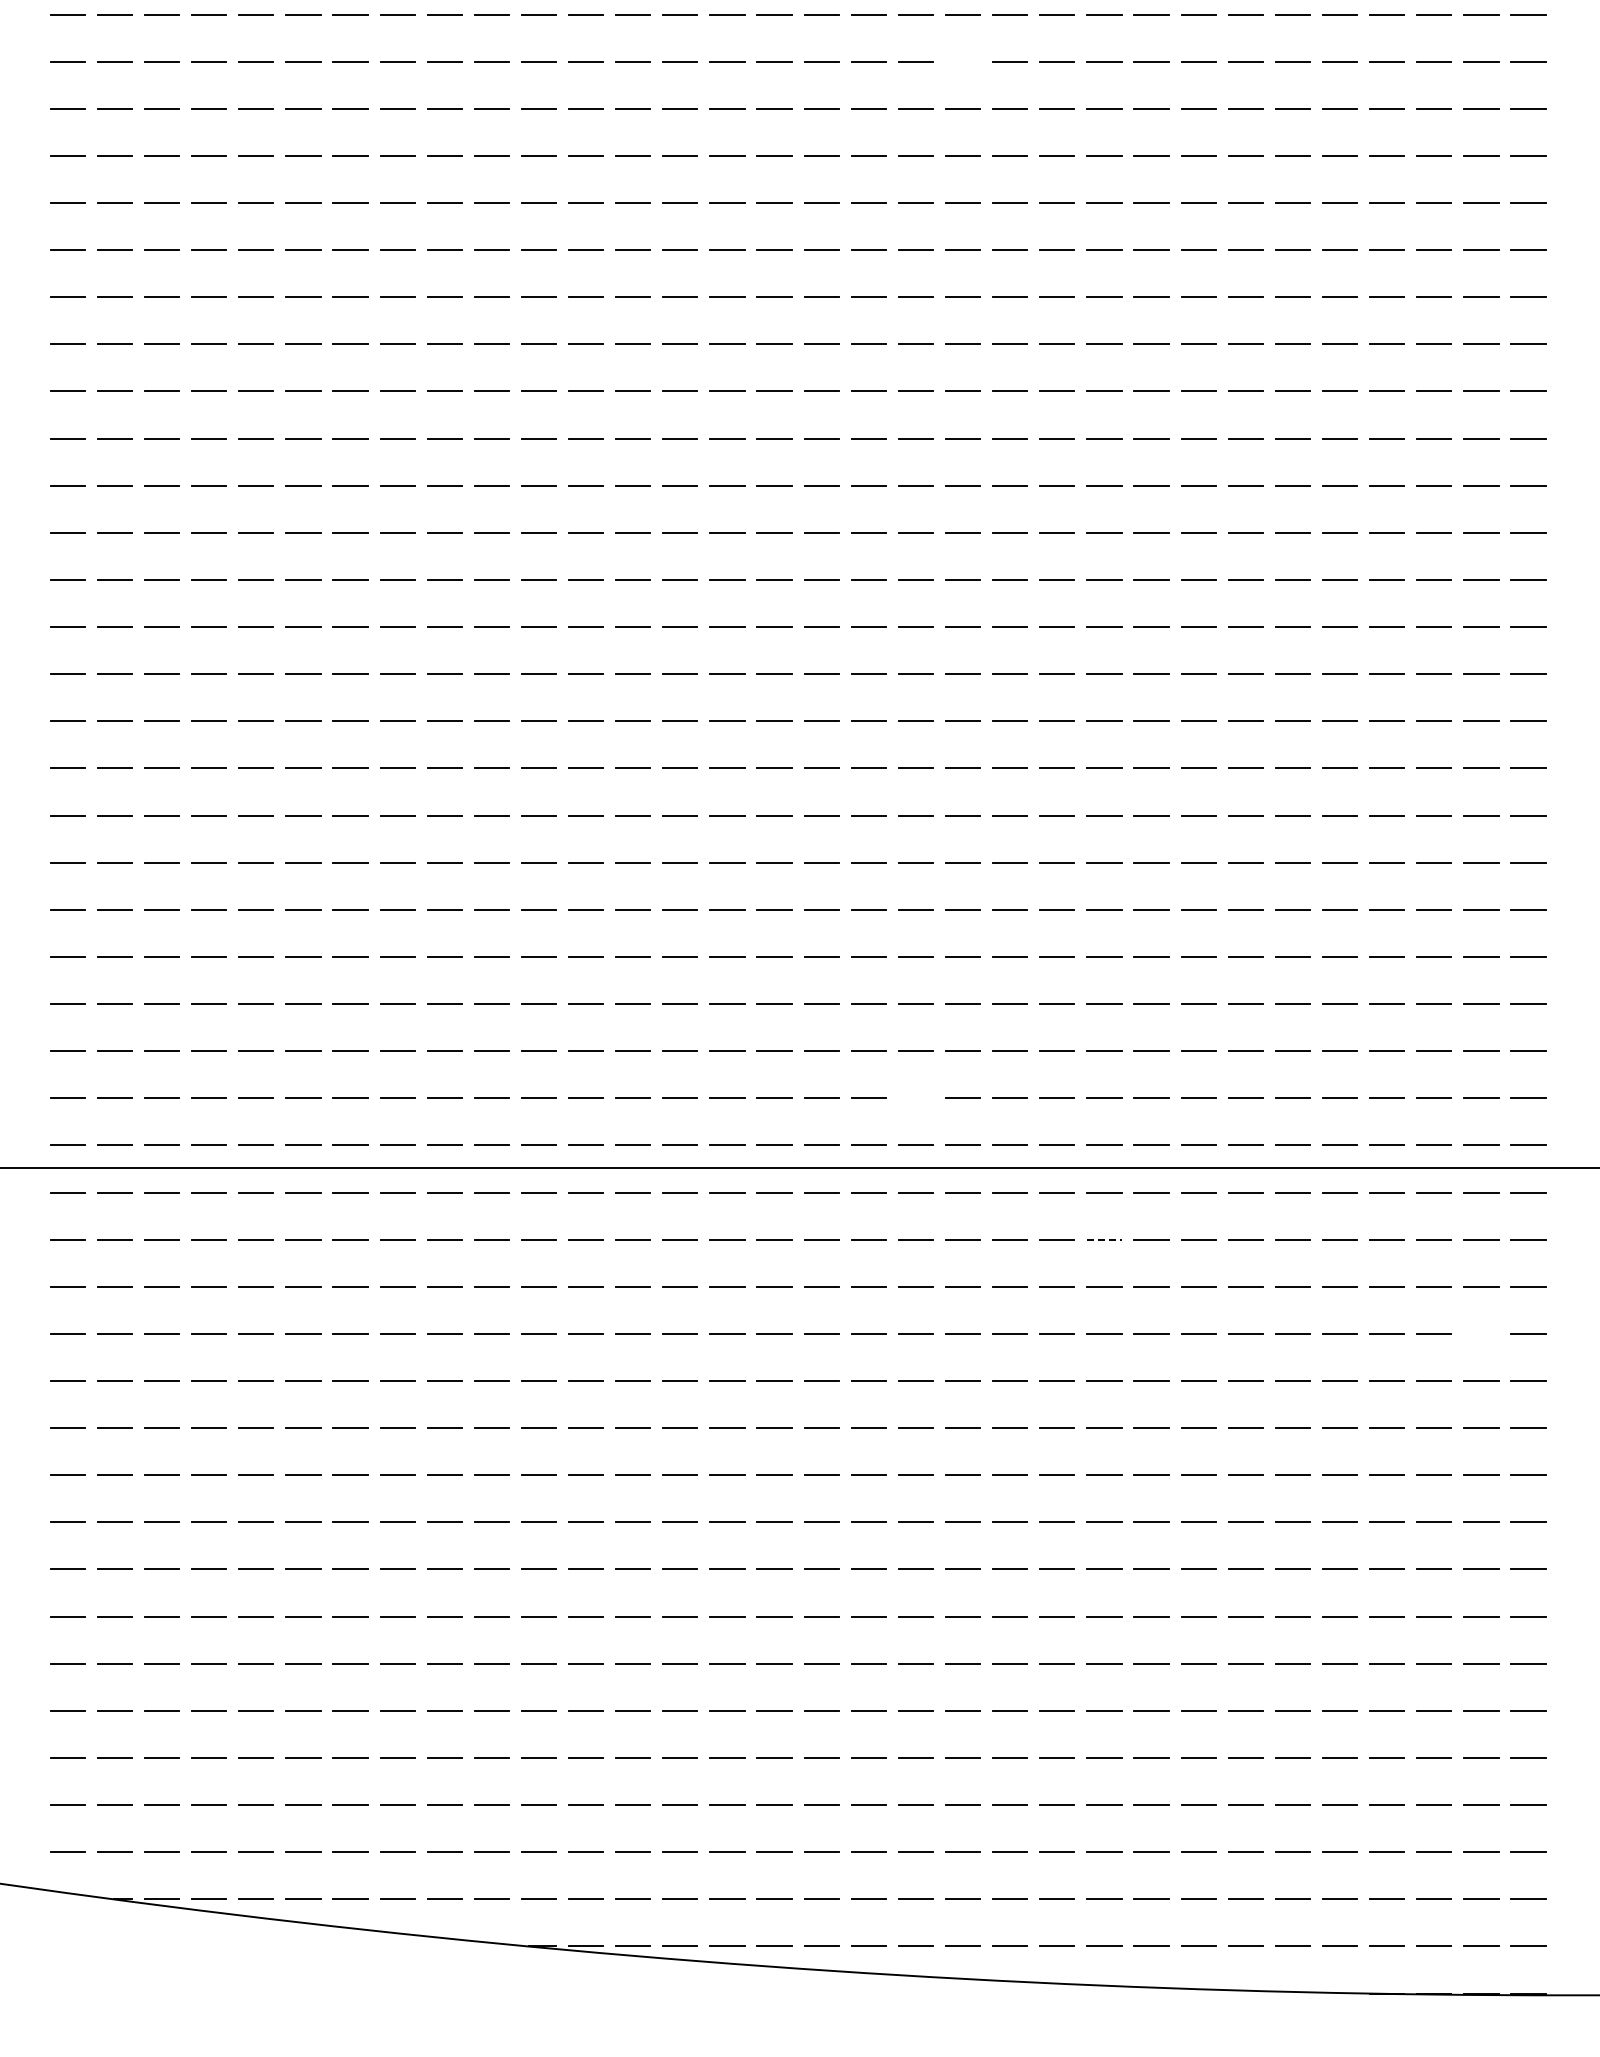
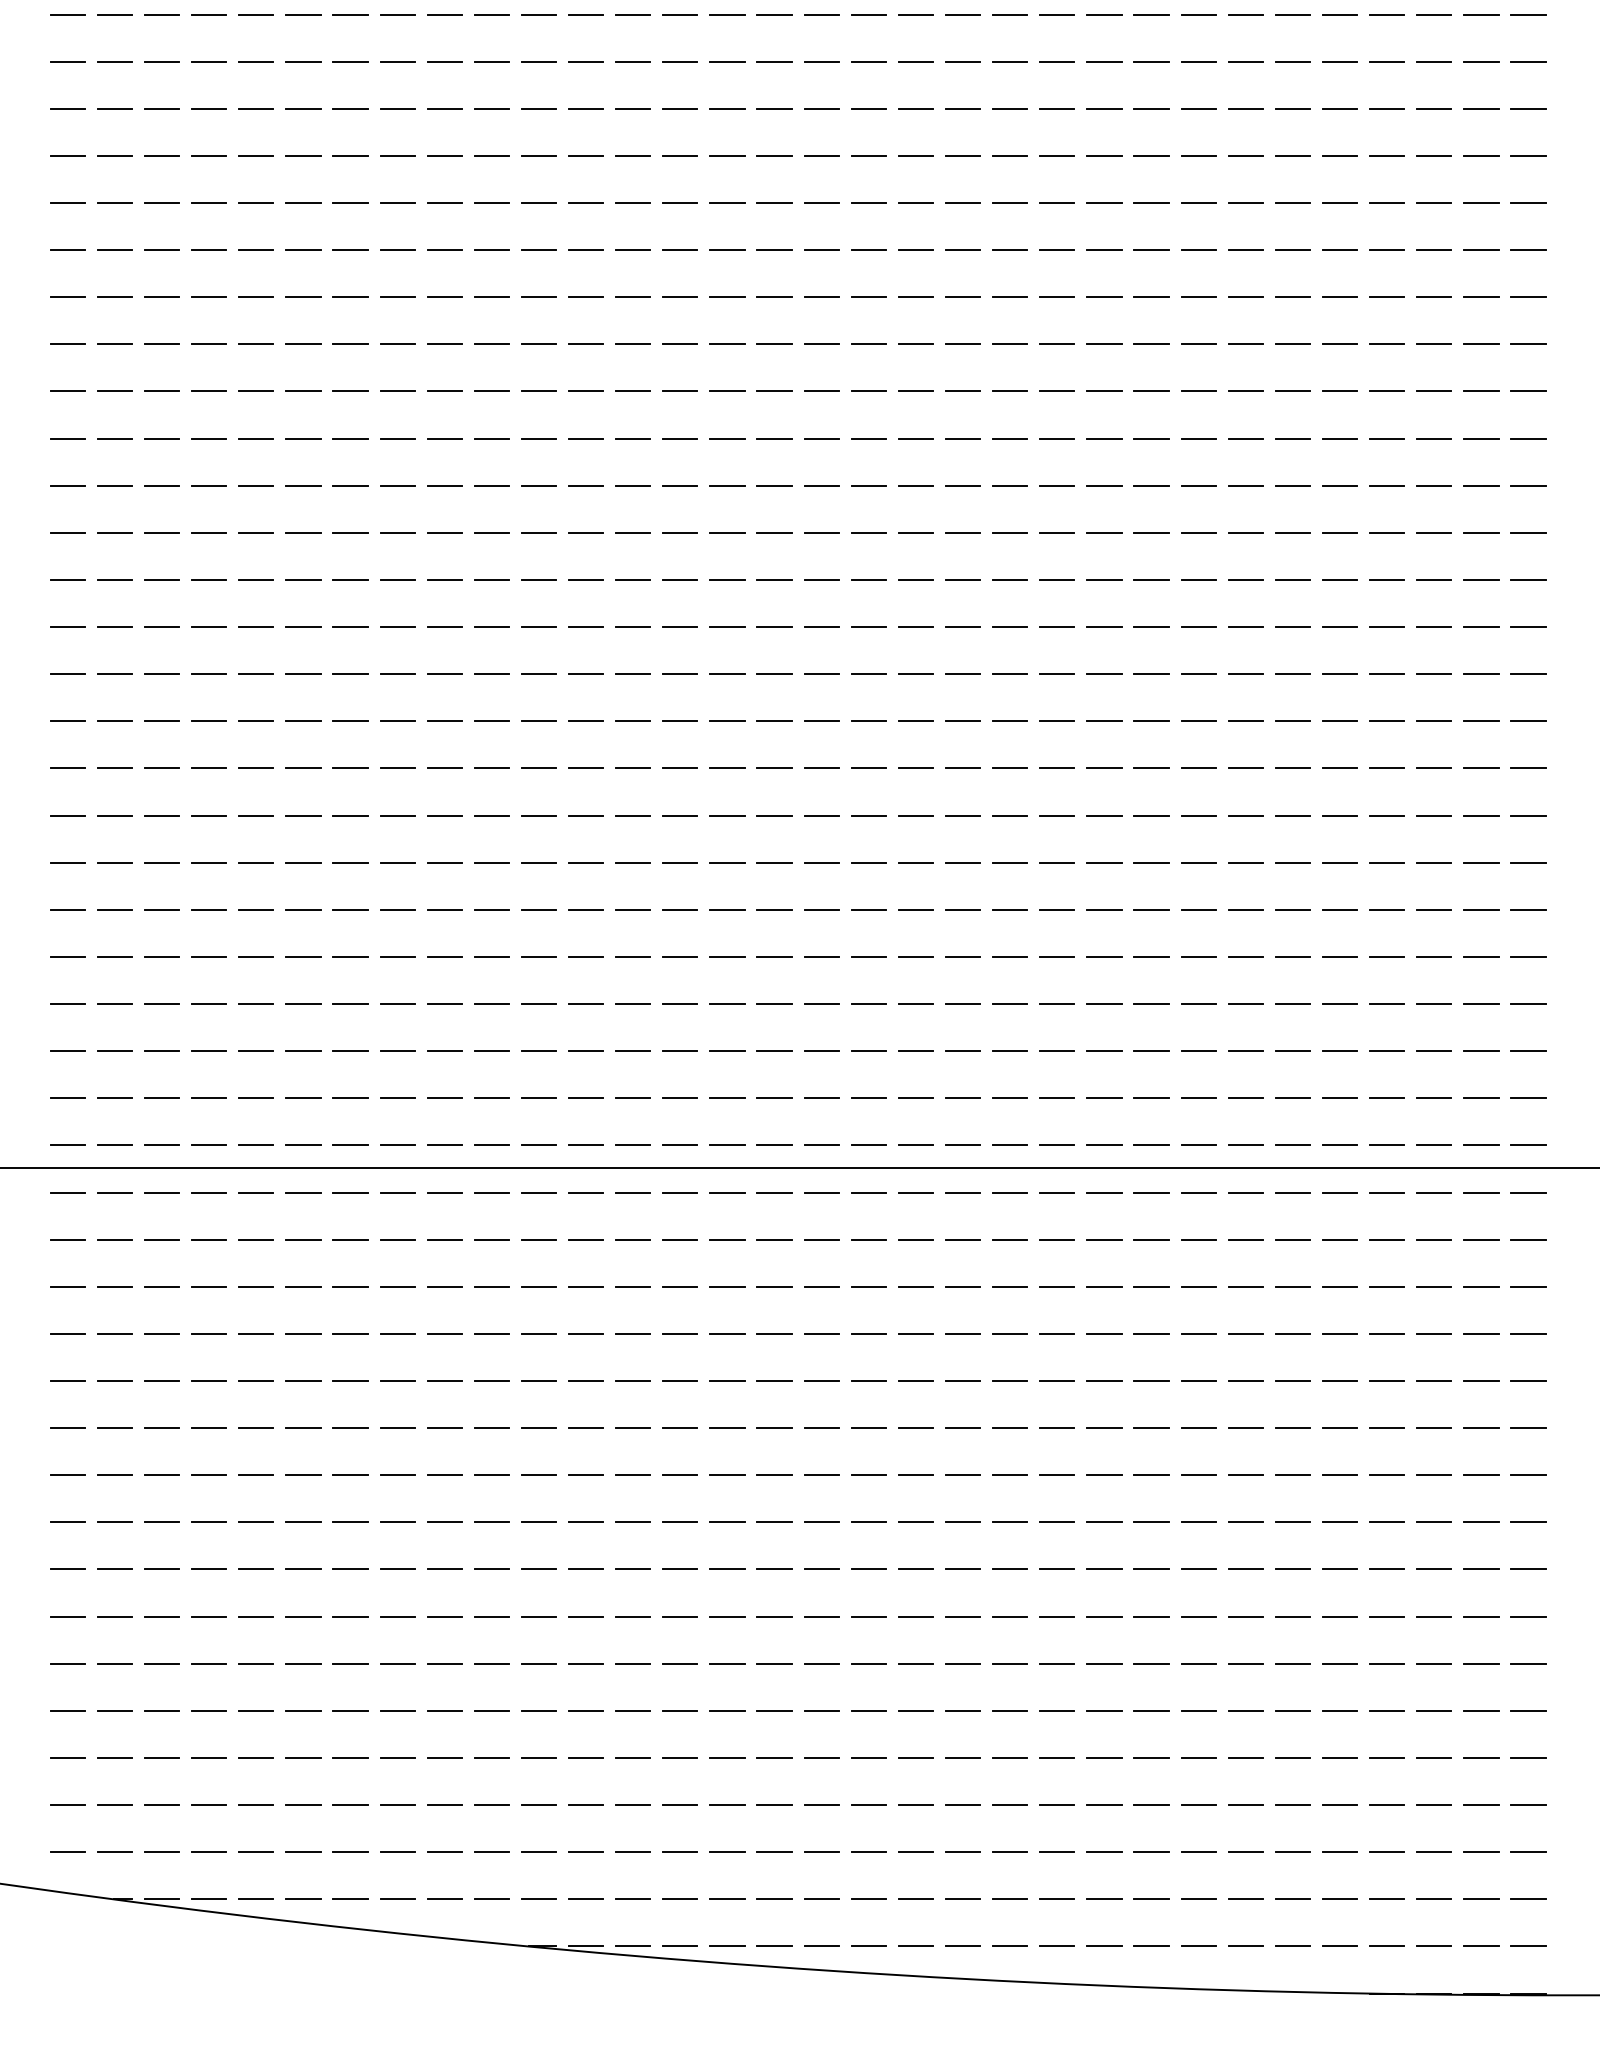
line at (962, 61): none -> present
line at (915, 1098): none -> present
line at (1104, 1239): dashed -> solid
line at (1481, 1333): none -> present
